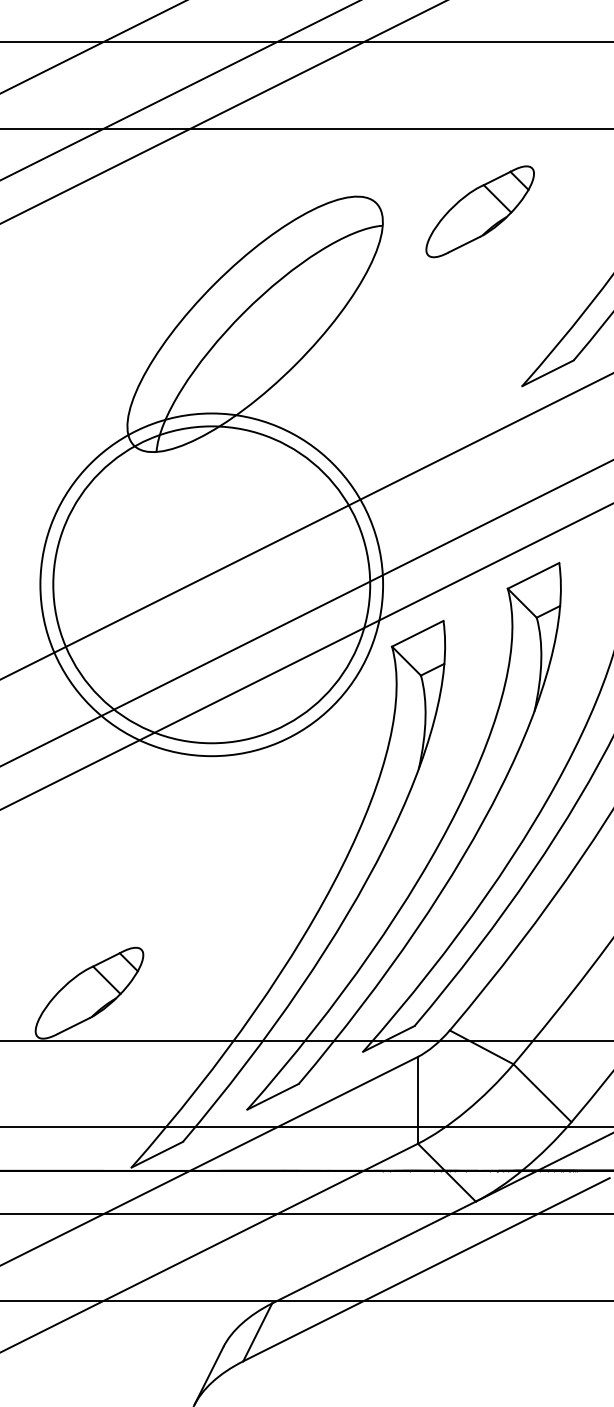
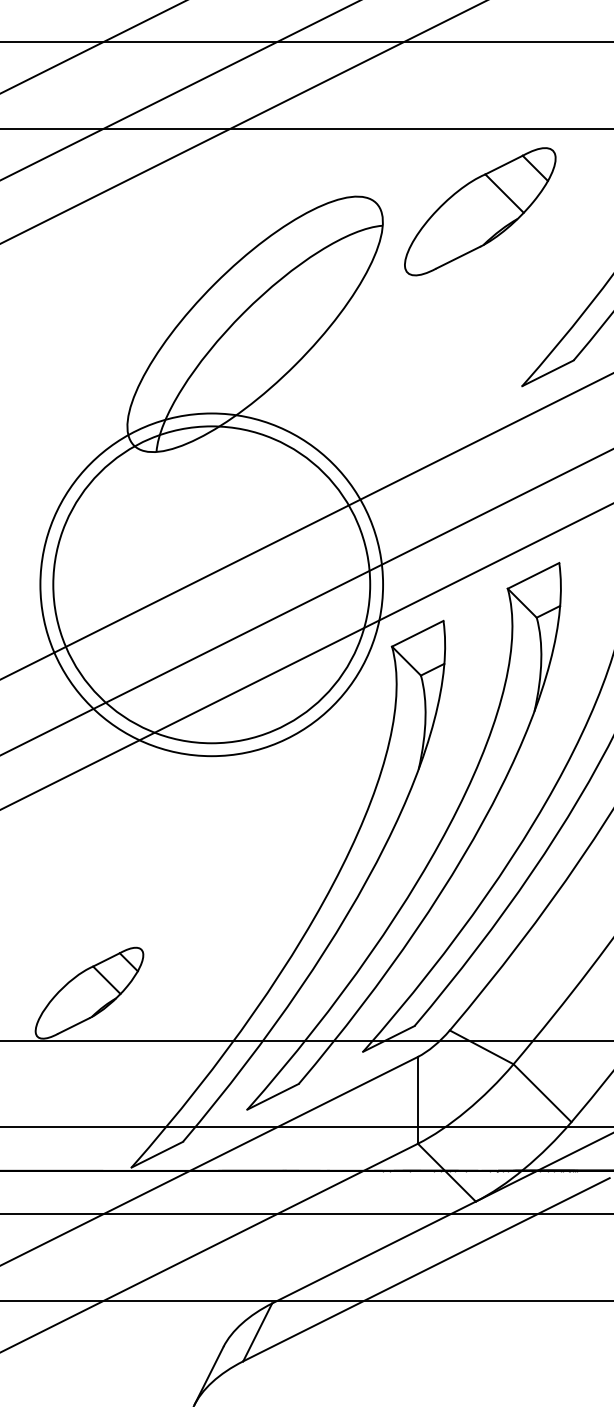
line at (222, 112) position: (222, 112) -> (242, 122)
part at (479, 211) size: 110x94 px -> 153x130 px
line at (306, 613) position: (306, 613) -> (306, 602)
